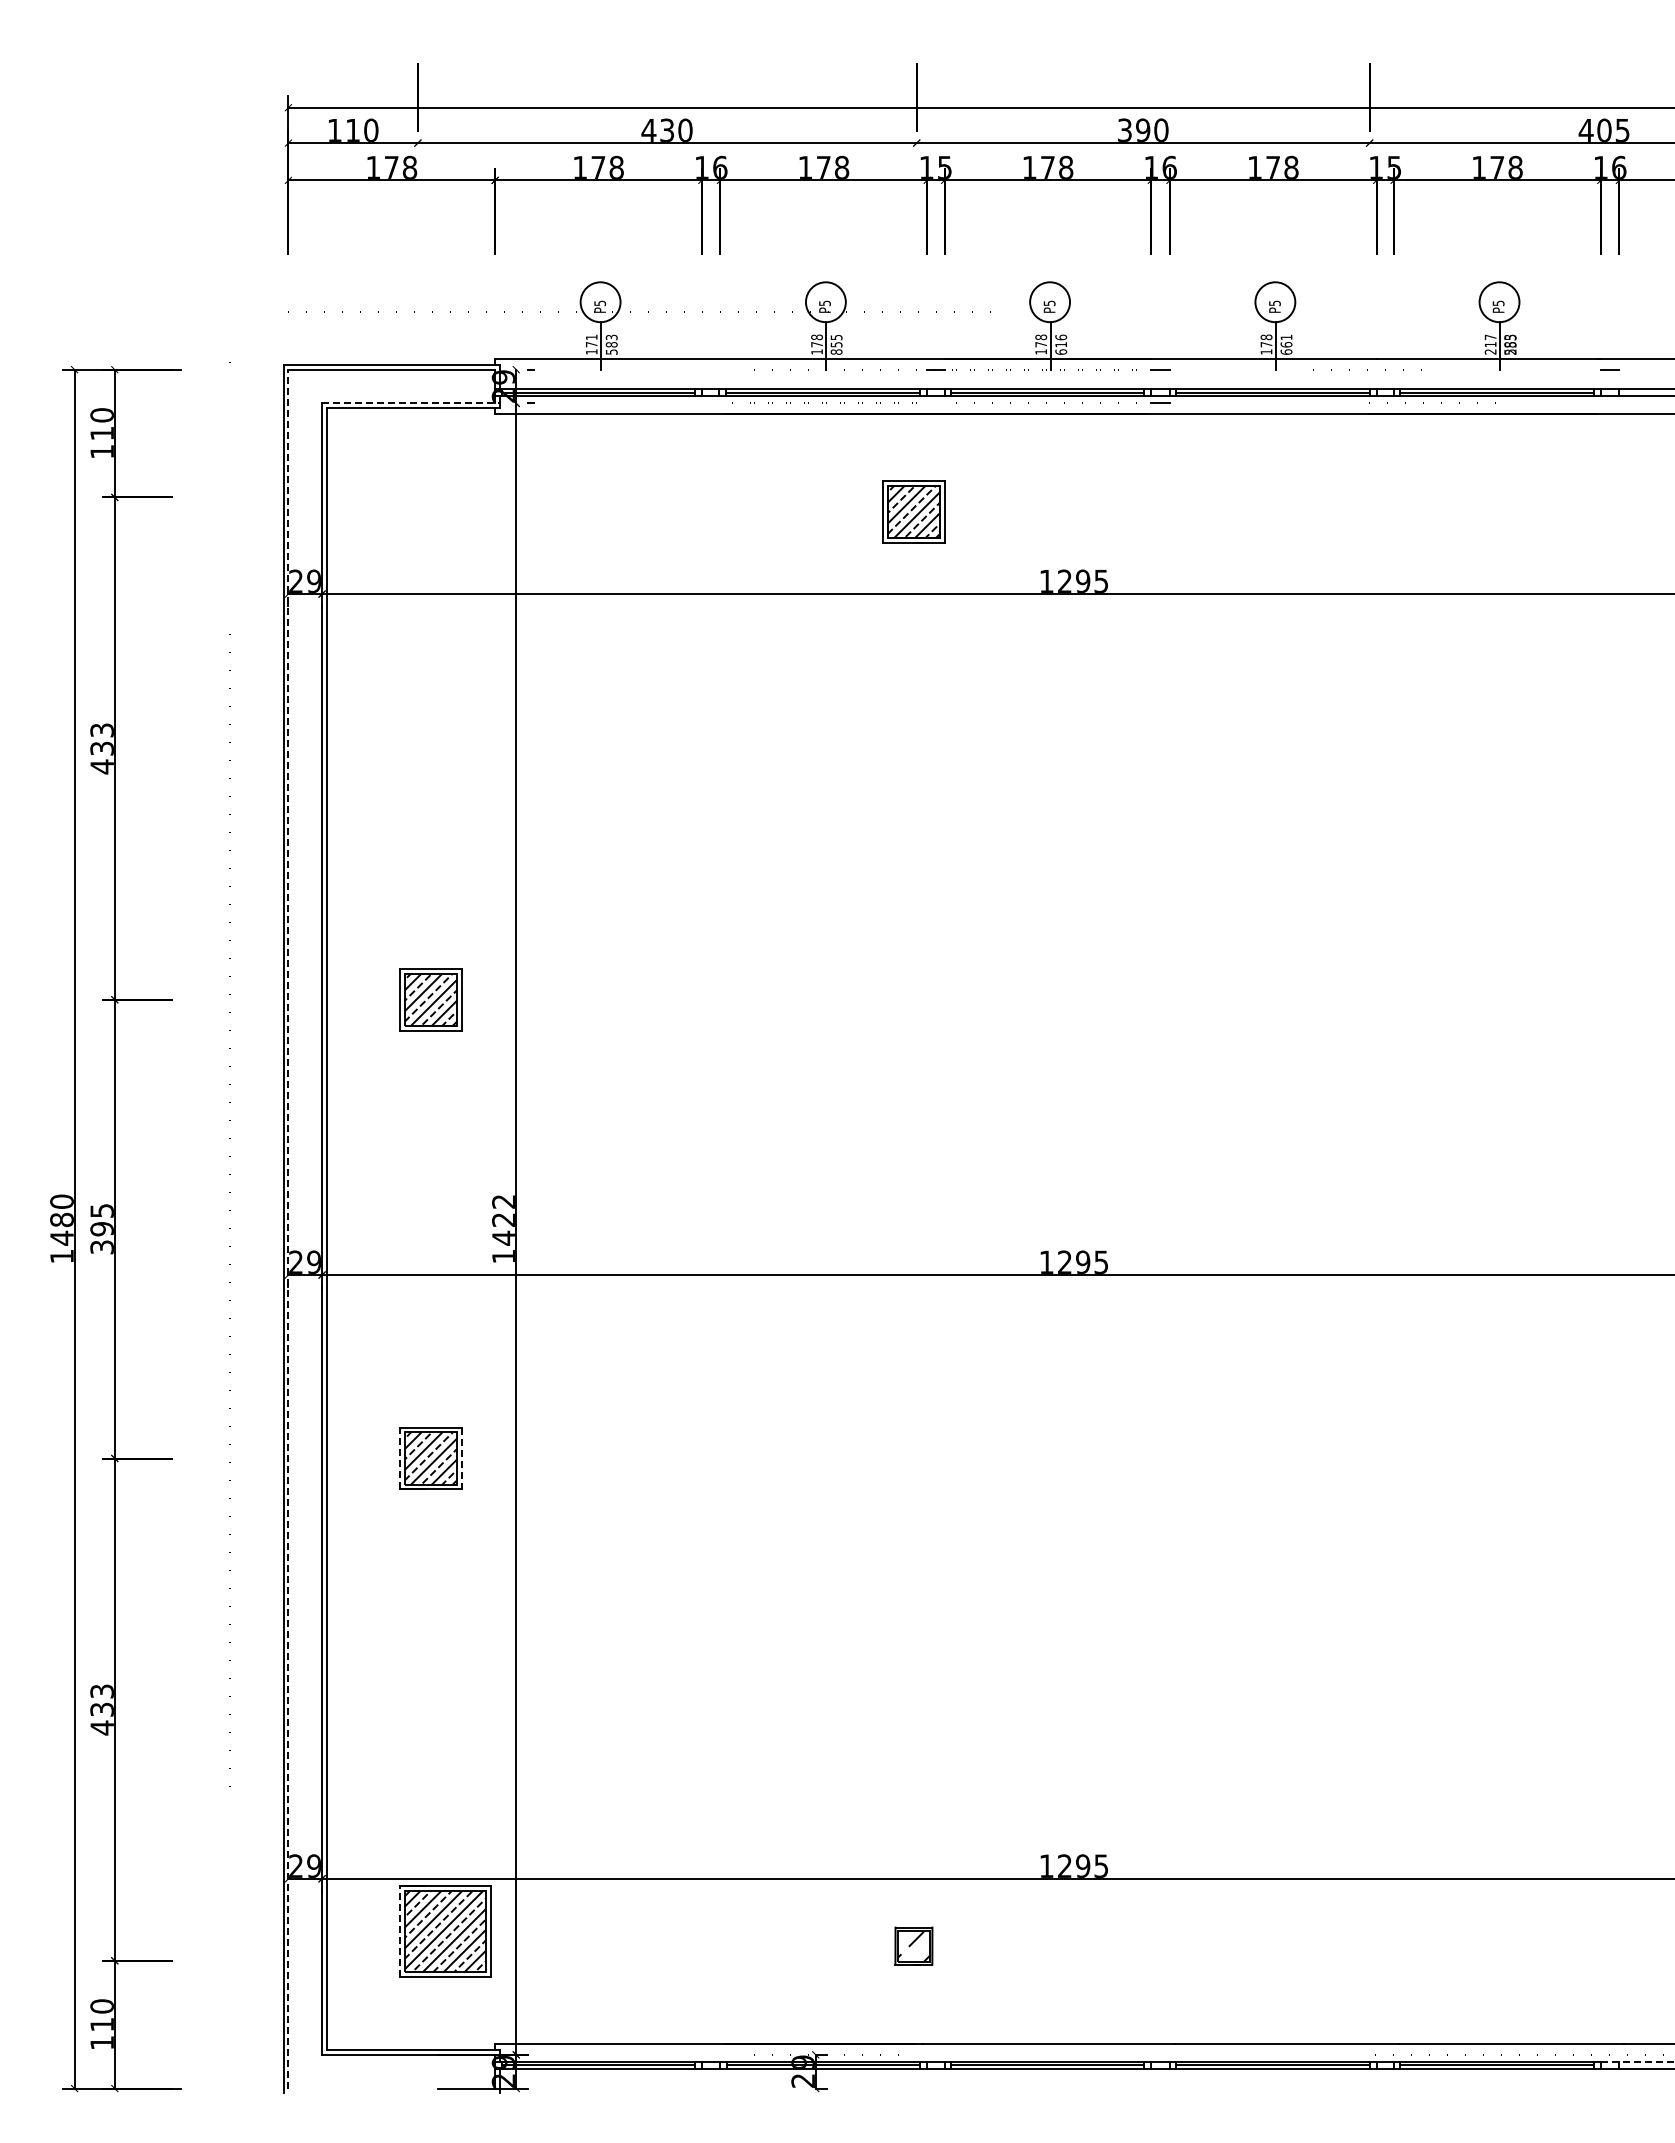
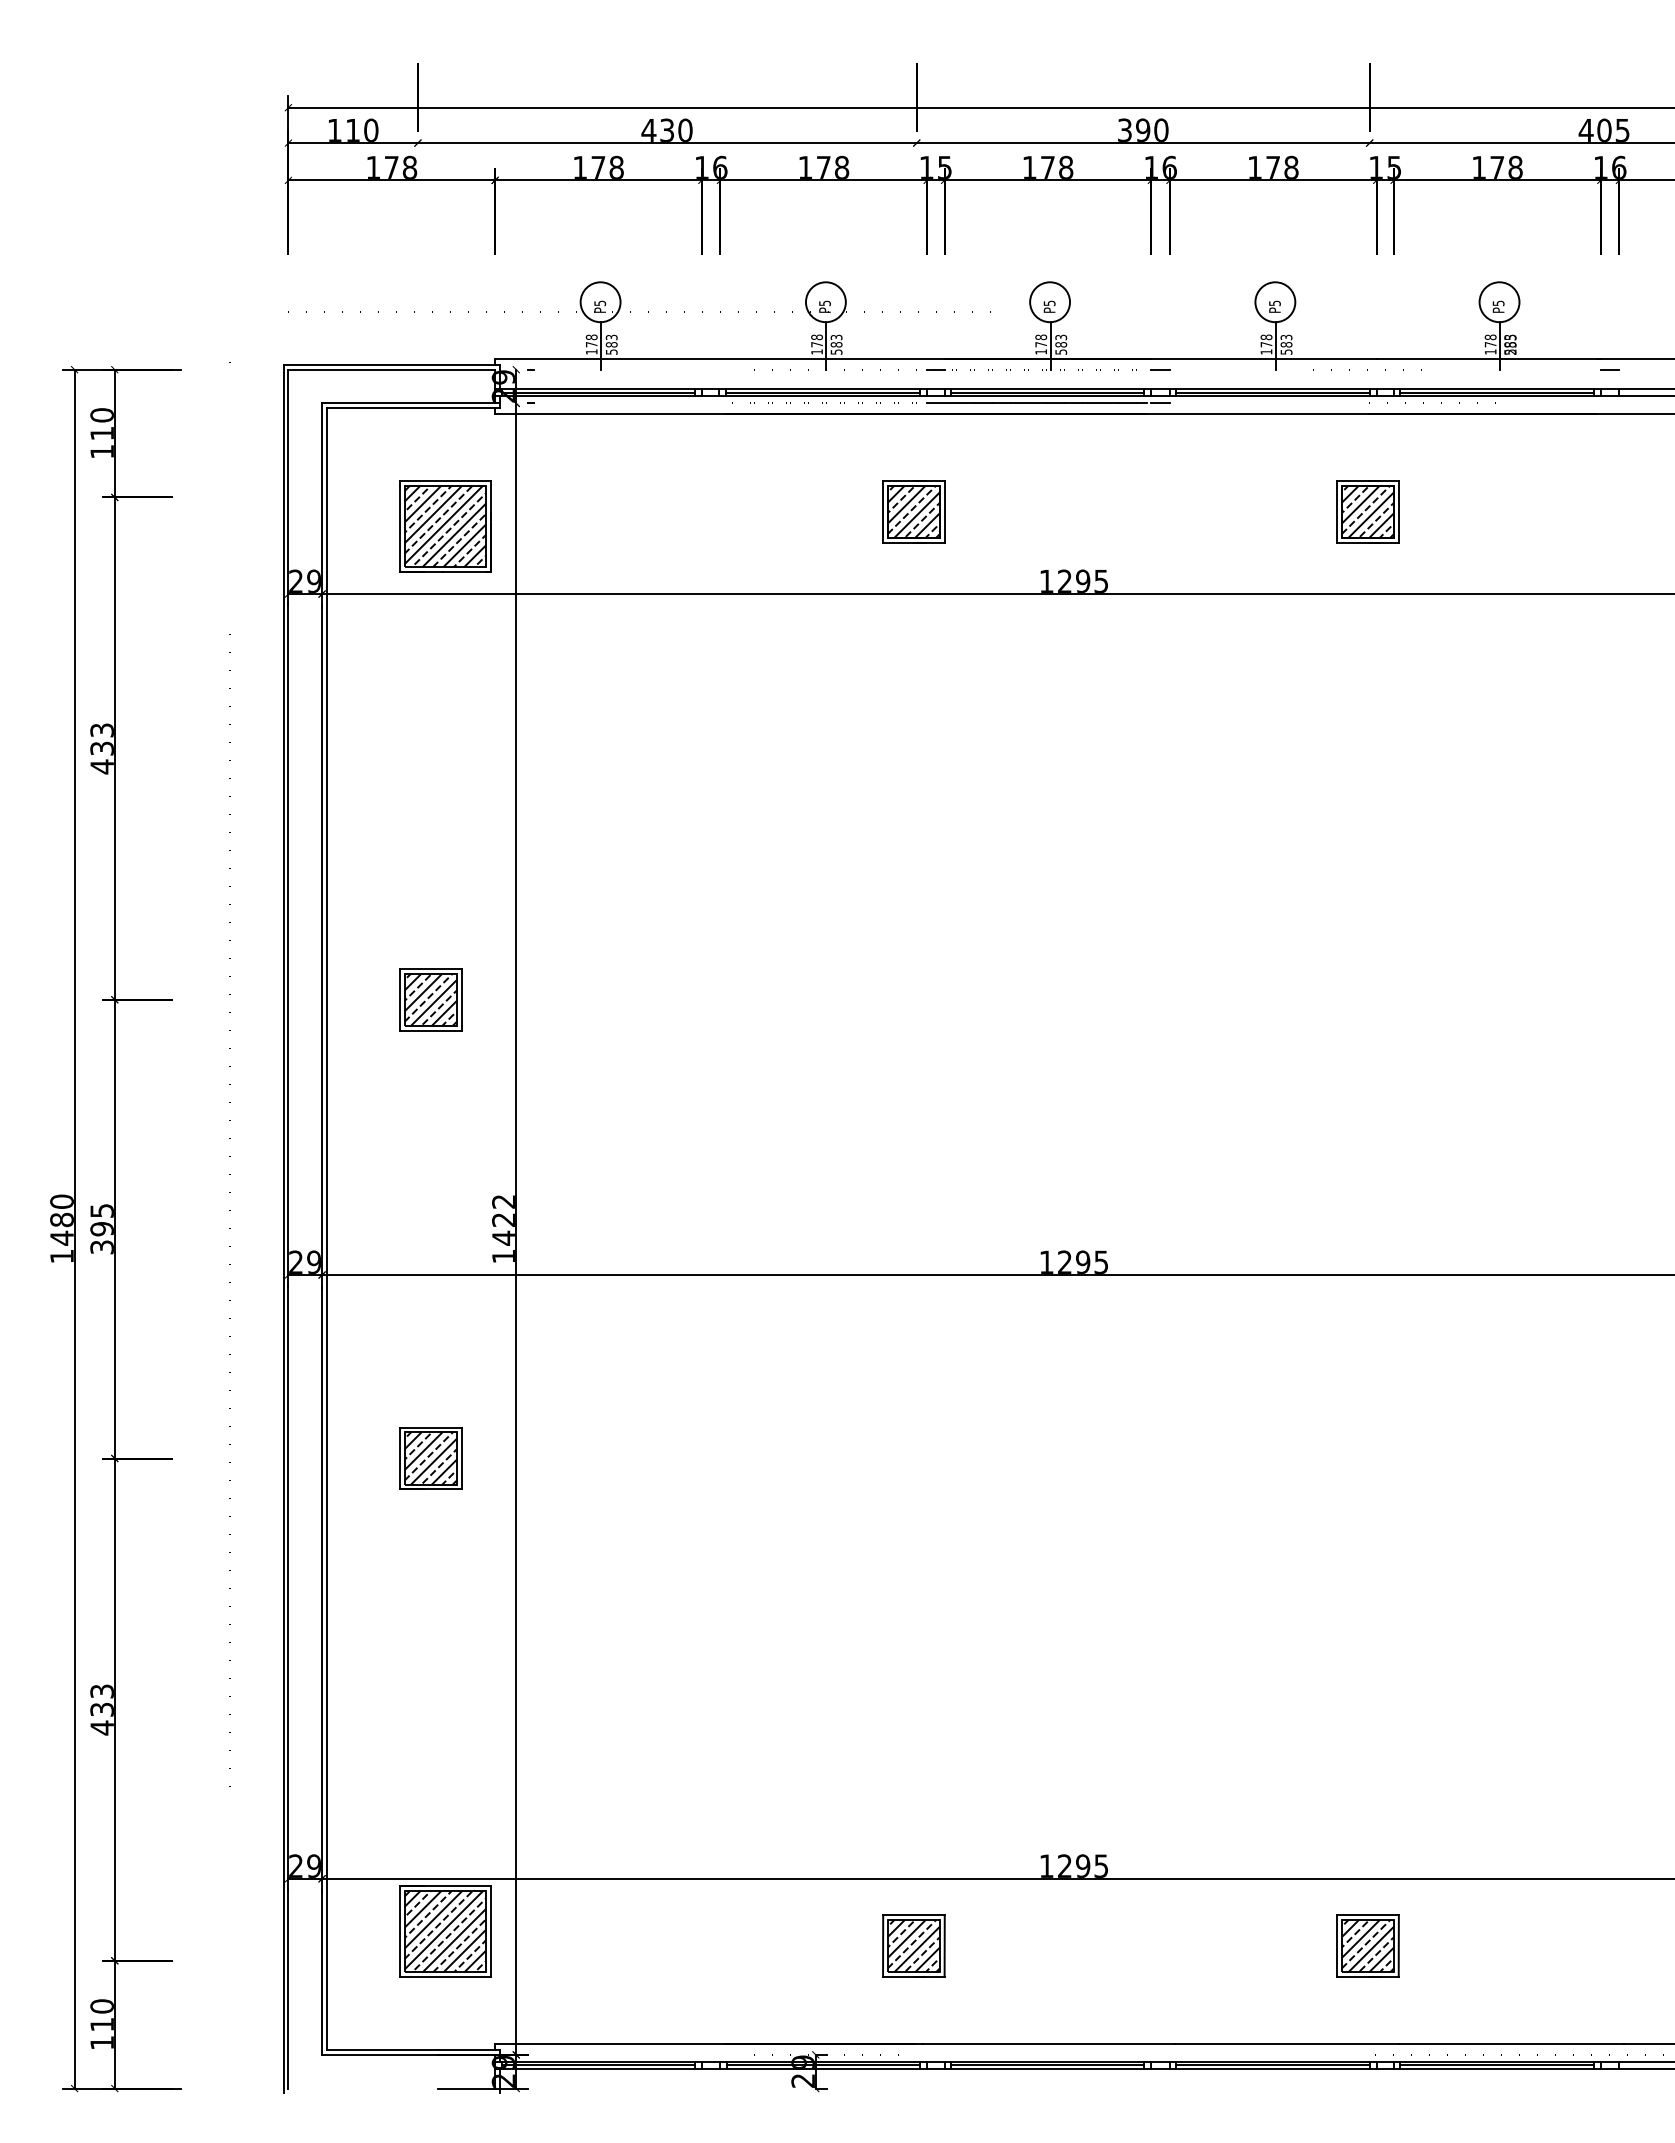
text at (591, 337): 171 -> 178
text at (836, 344): 855 -> 583
text at (1061, 344): 616 -> 583
text at (1286, 344): 661 -> 583
text at (1490, 344): 217 -> 178
line at (410, 403): dashed -> solid
line at (1036, 403): none -> present
part at (1367, 511): none -> present
part at (445, 526): none -> present
line at (288, 1228): dashed -> solid
line at (461, 1456): dashed -> solid
line at (399, 1458): dashed -> solid
line at (399, 1931): dashed -> solid
part at (913, 1945) size: 40x40 px -> 64x64 px
part at (1367, 1945): none -> present
line at (1637, 2061): dashed -> solid
